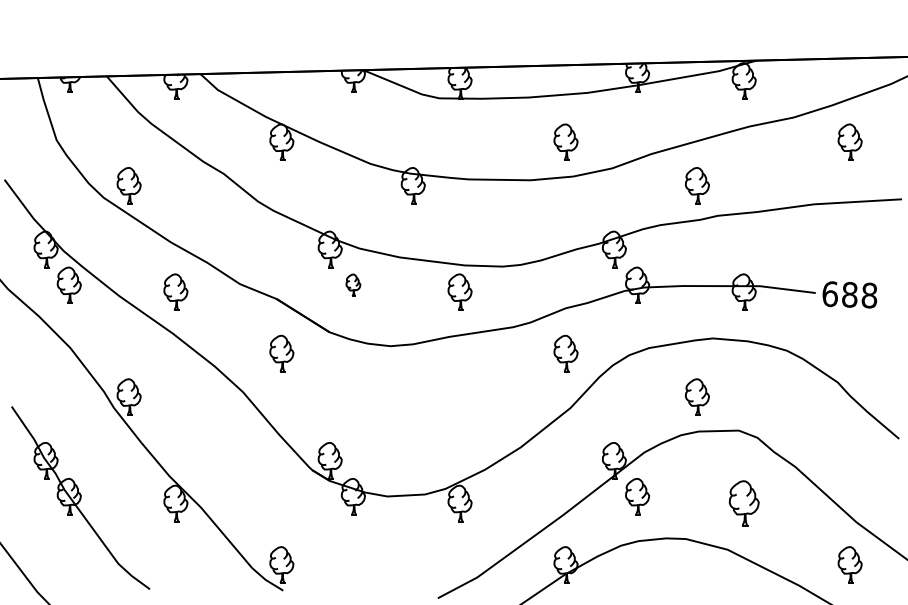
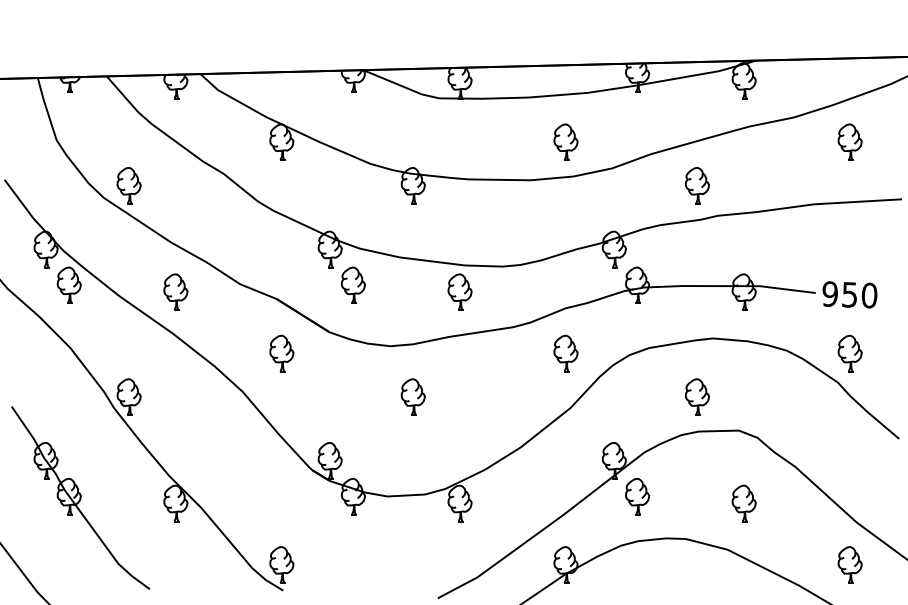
part at (353, 284) size: 17x24 px -> 25x38 px
text at (849, 294): 688 -> 950
part at (849, 353): none -> present
part at (412, 396): none -> present
part at (743, 503) size: 32x47 px -> 26x39 px
